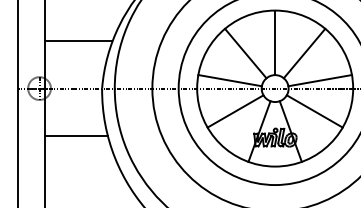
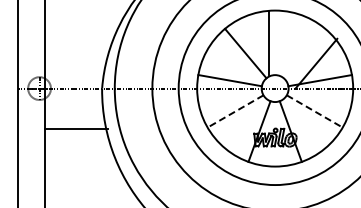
line at (78, 41): present -> none
line at (275, 42) position: (275, 42) -> (269, 42)
line at (304, 53) position: (304, 53) -> (316, 63)
line at (235, 111): solid -> dashed
line at (315, 111): solid -> dashed
line at (76, 135) position: (76, 135) -> (76, 128)
